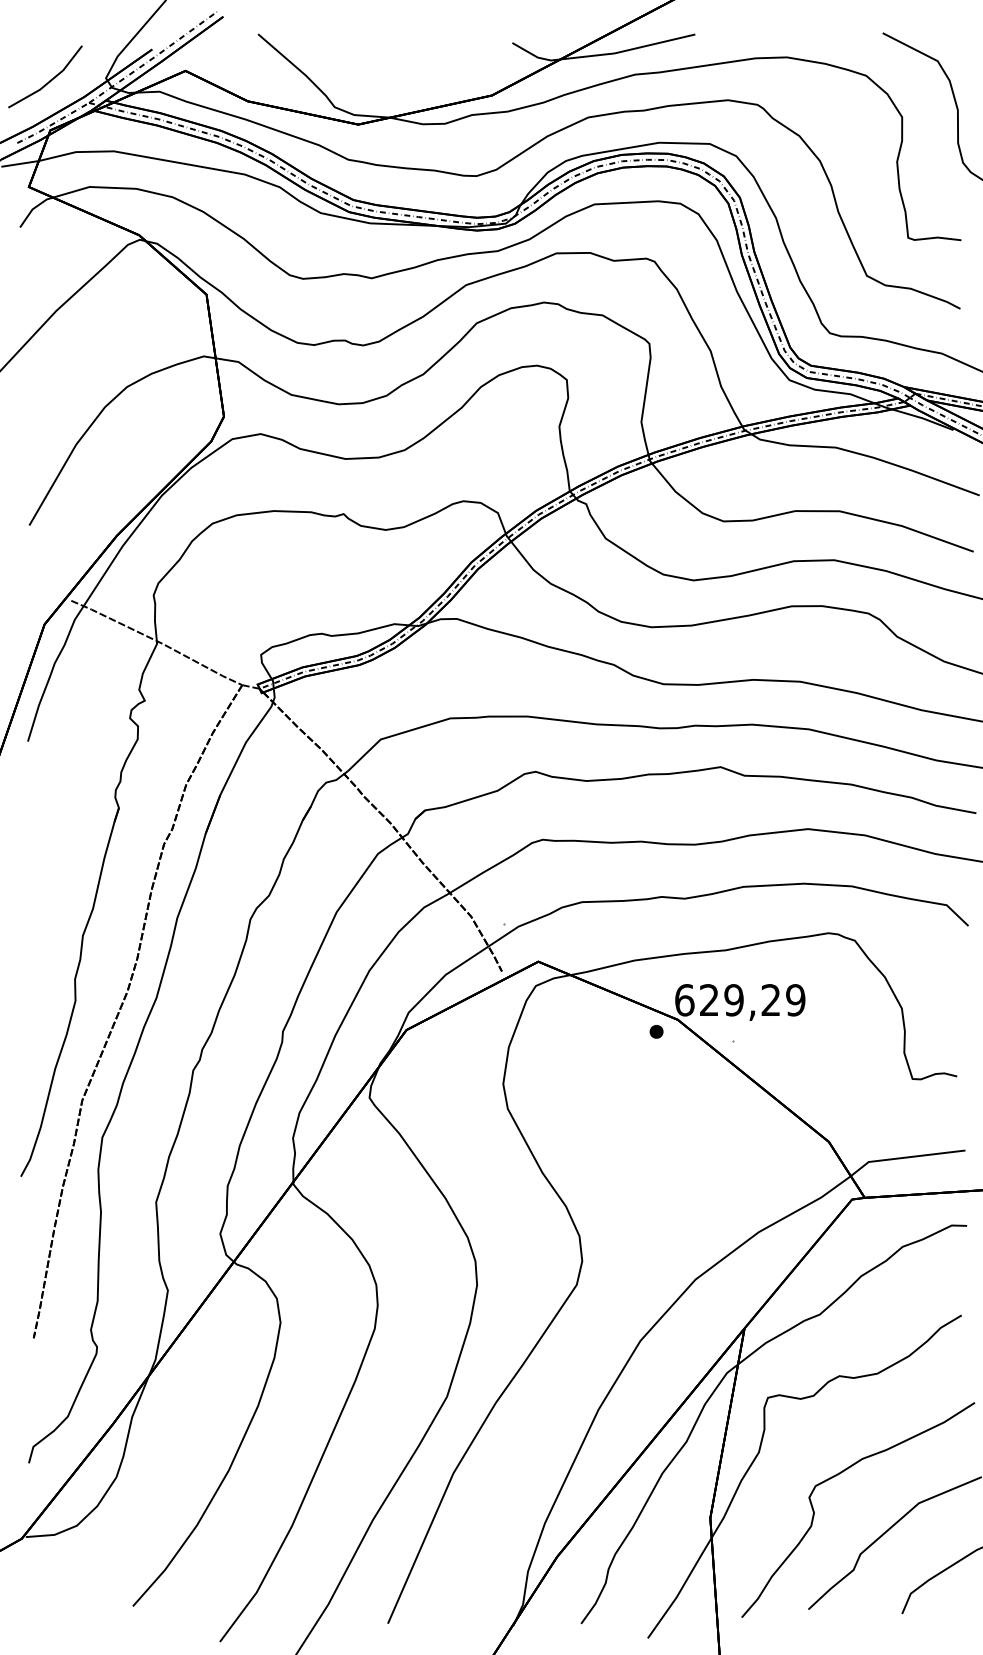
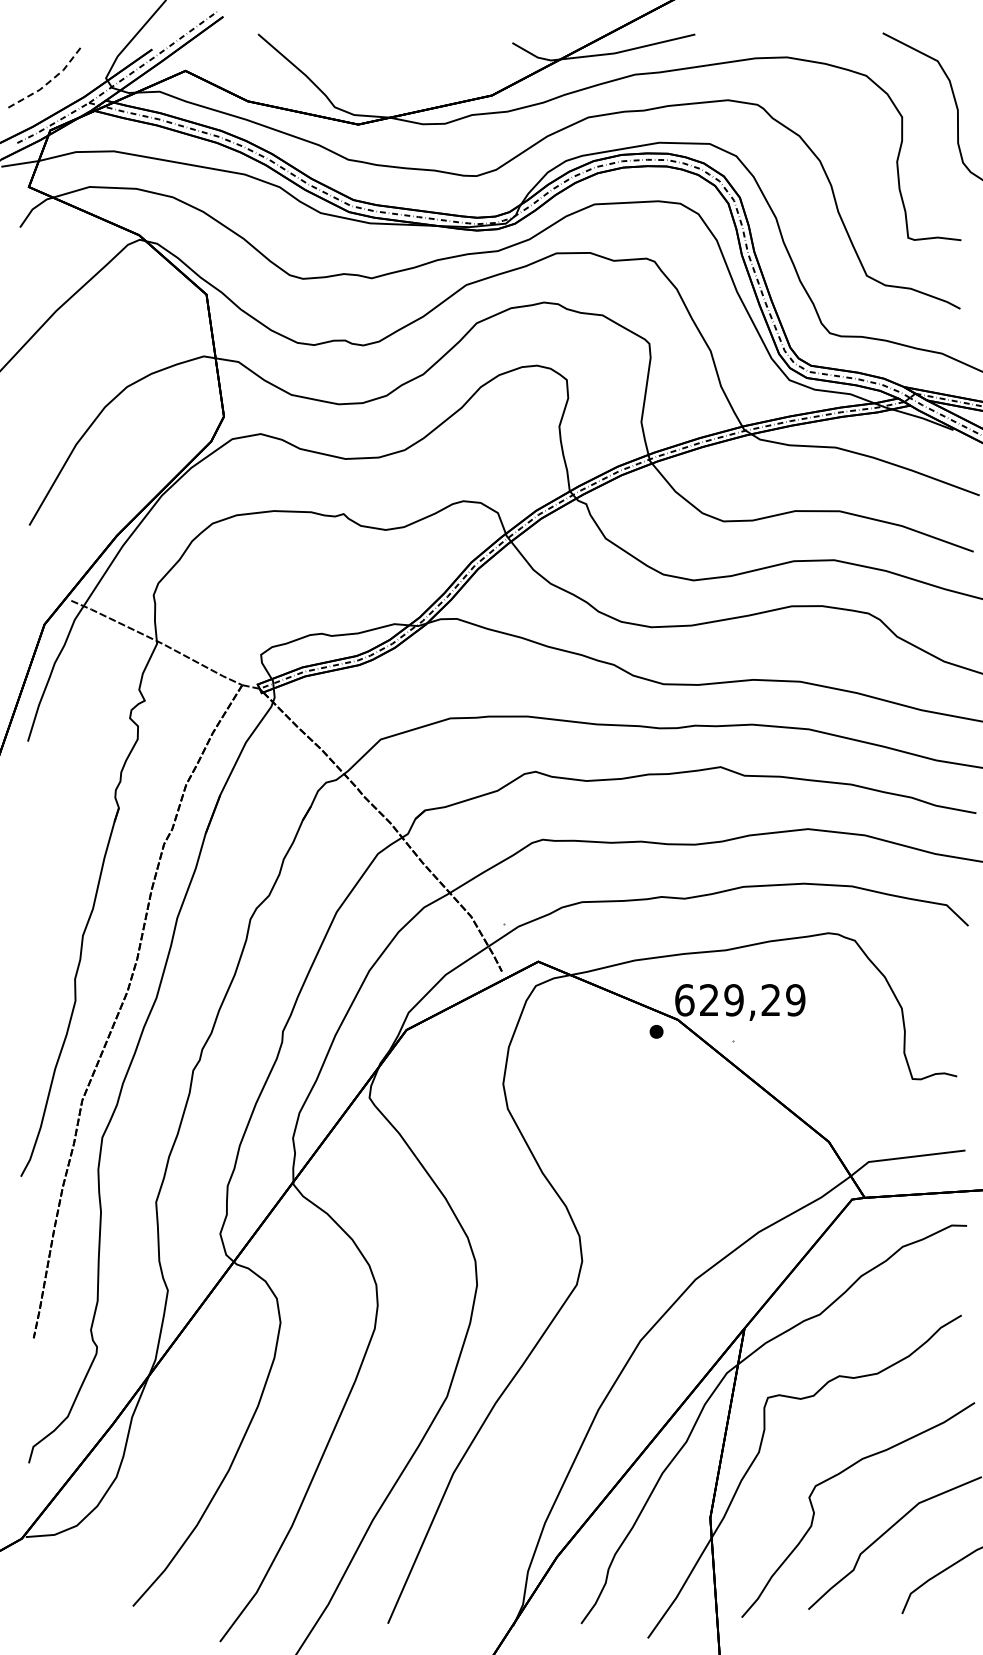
line at (49, 81): solid -> dashed
